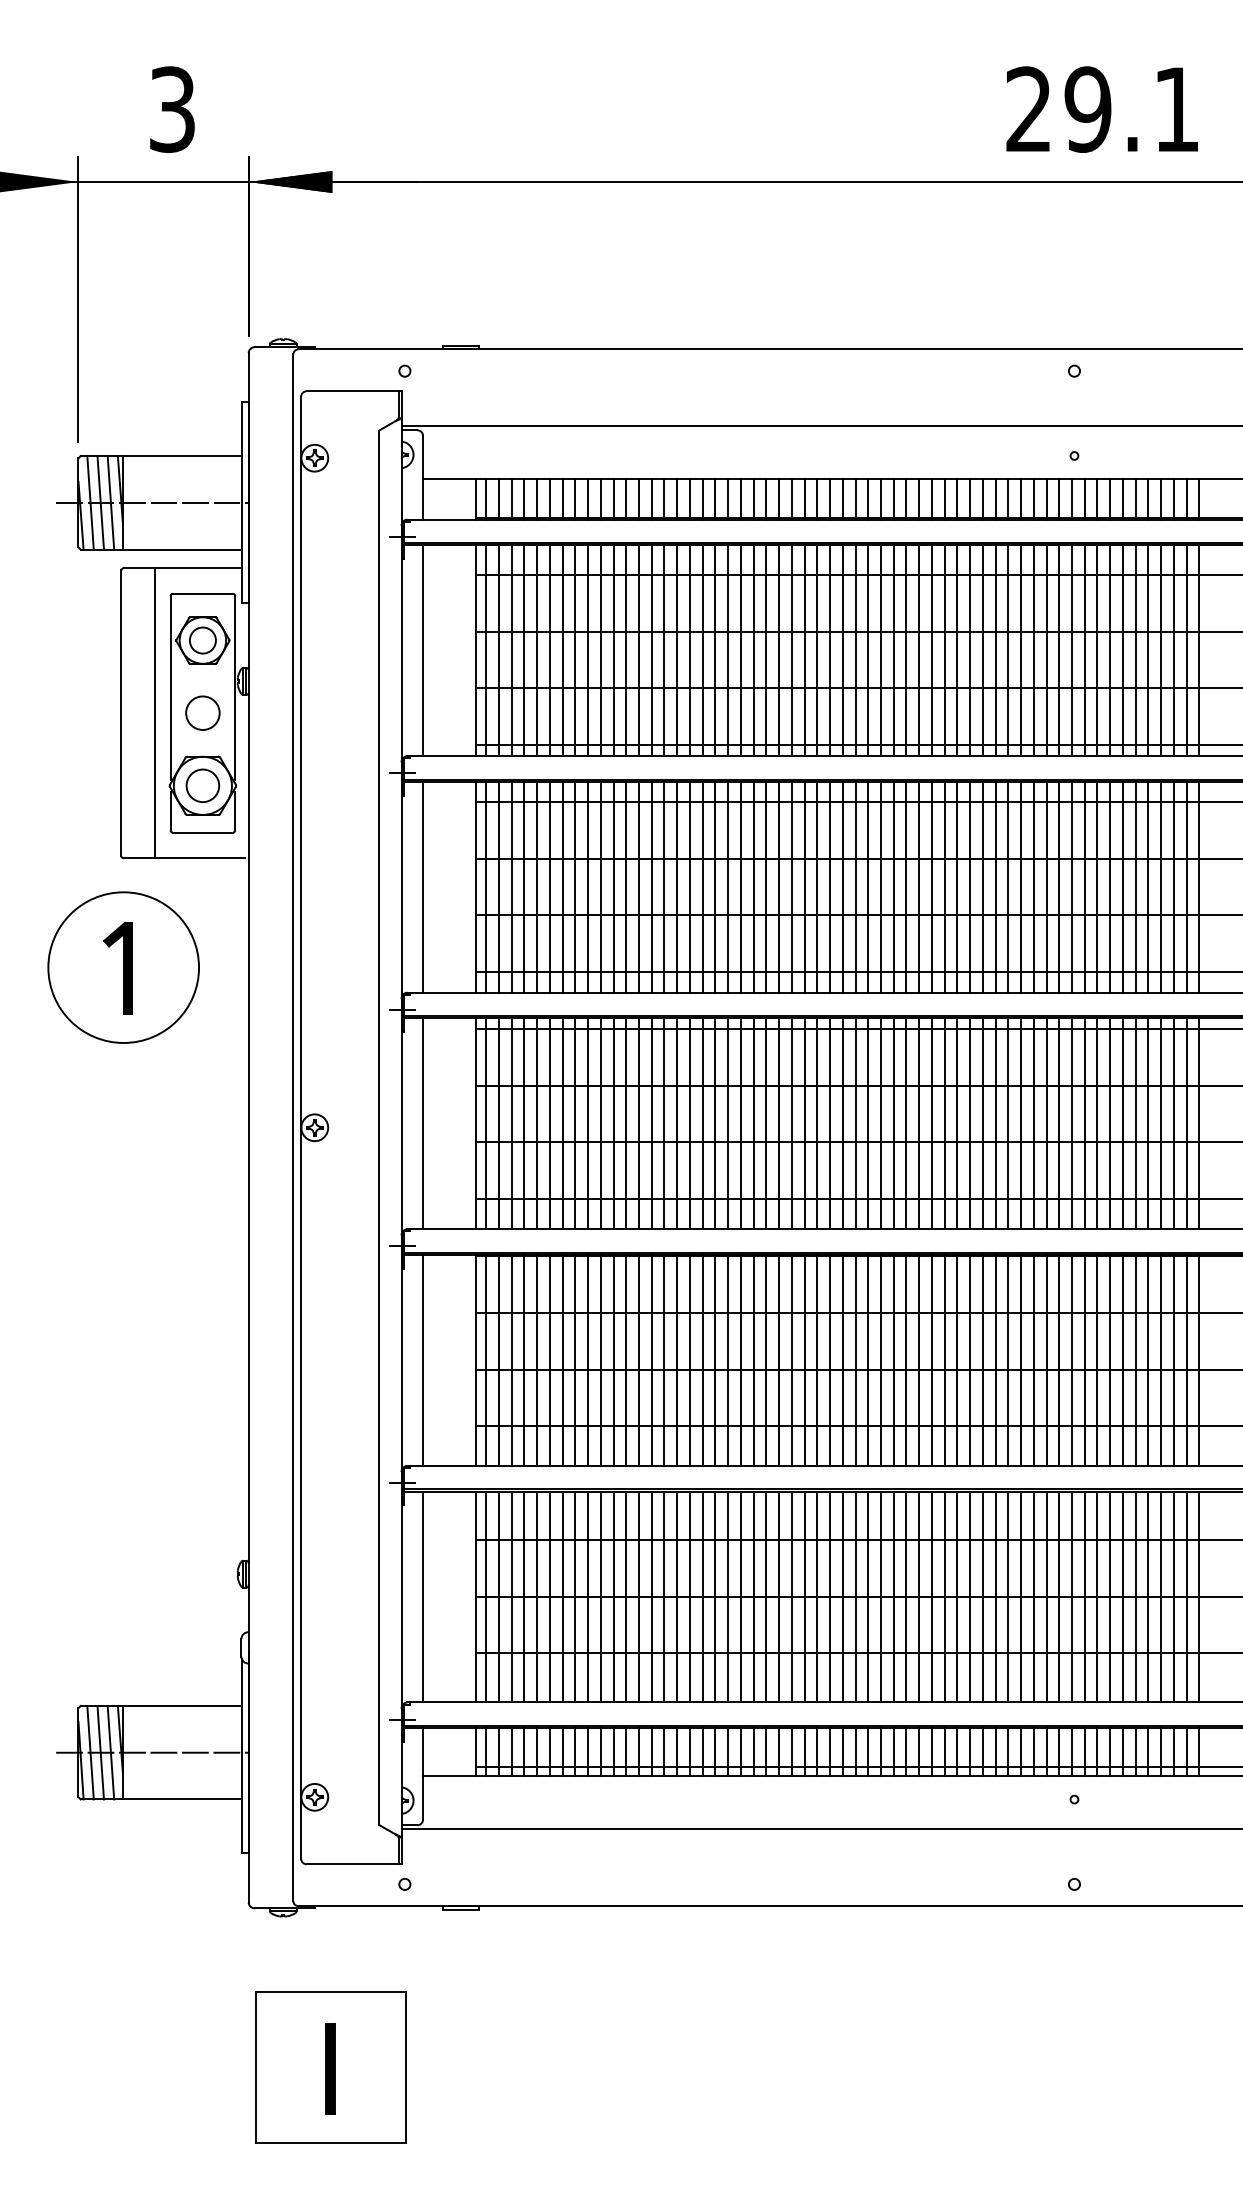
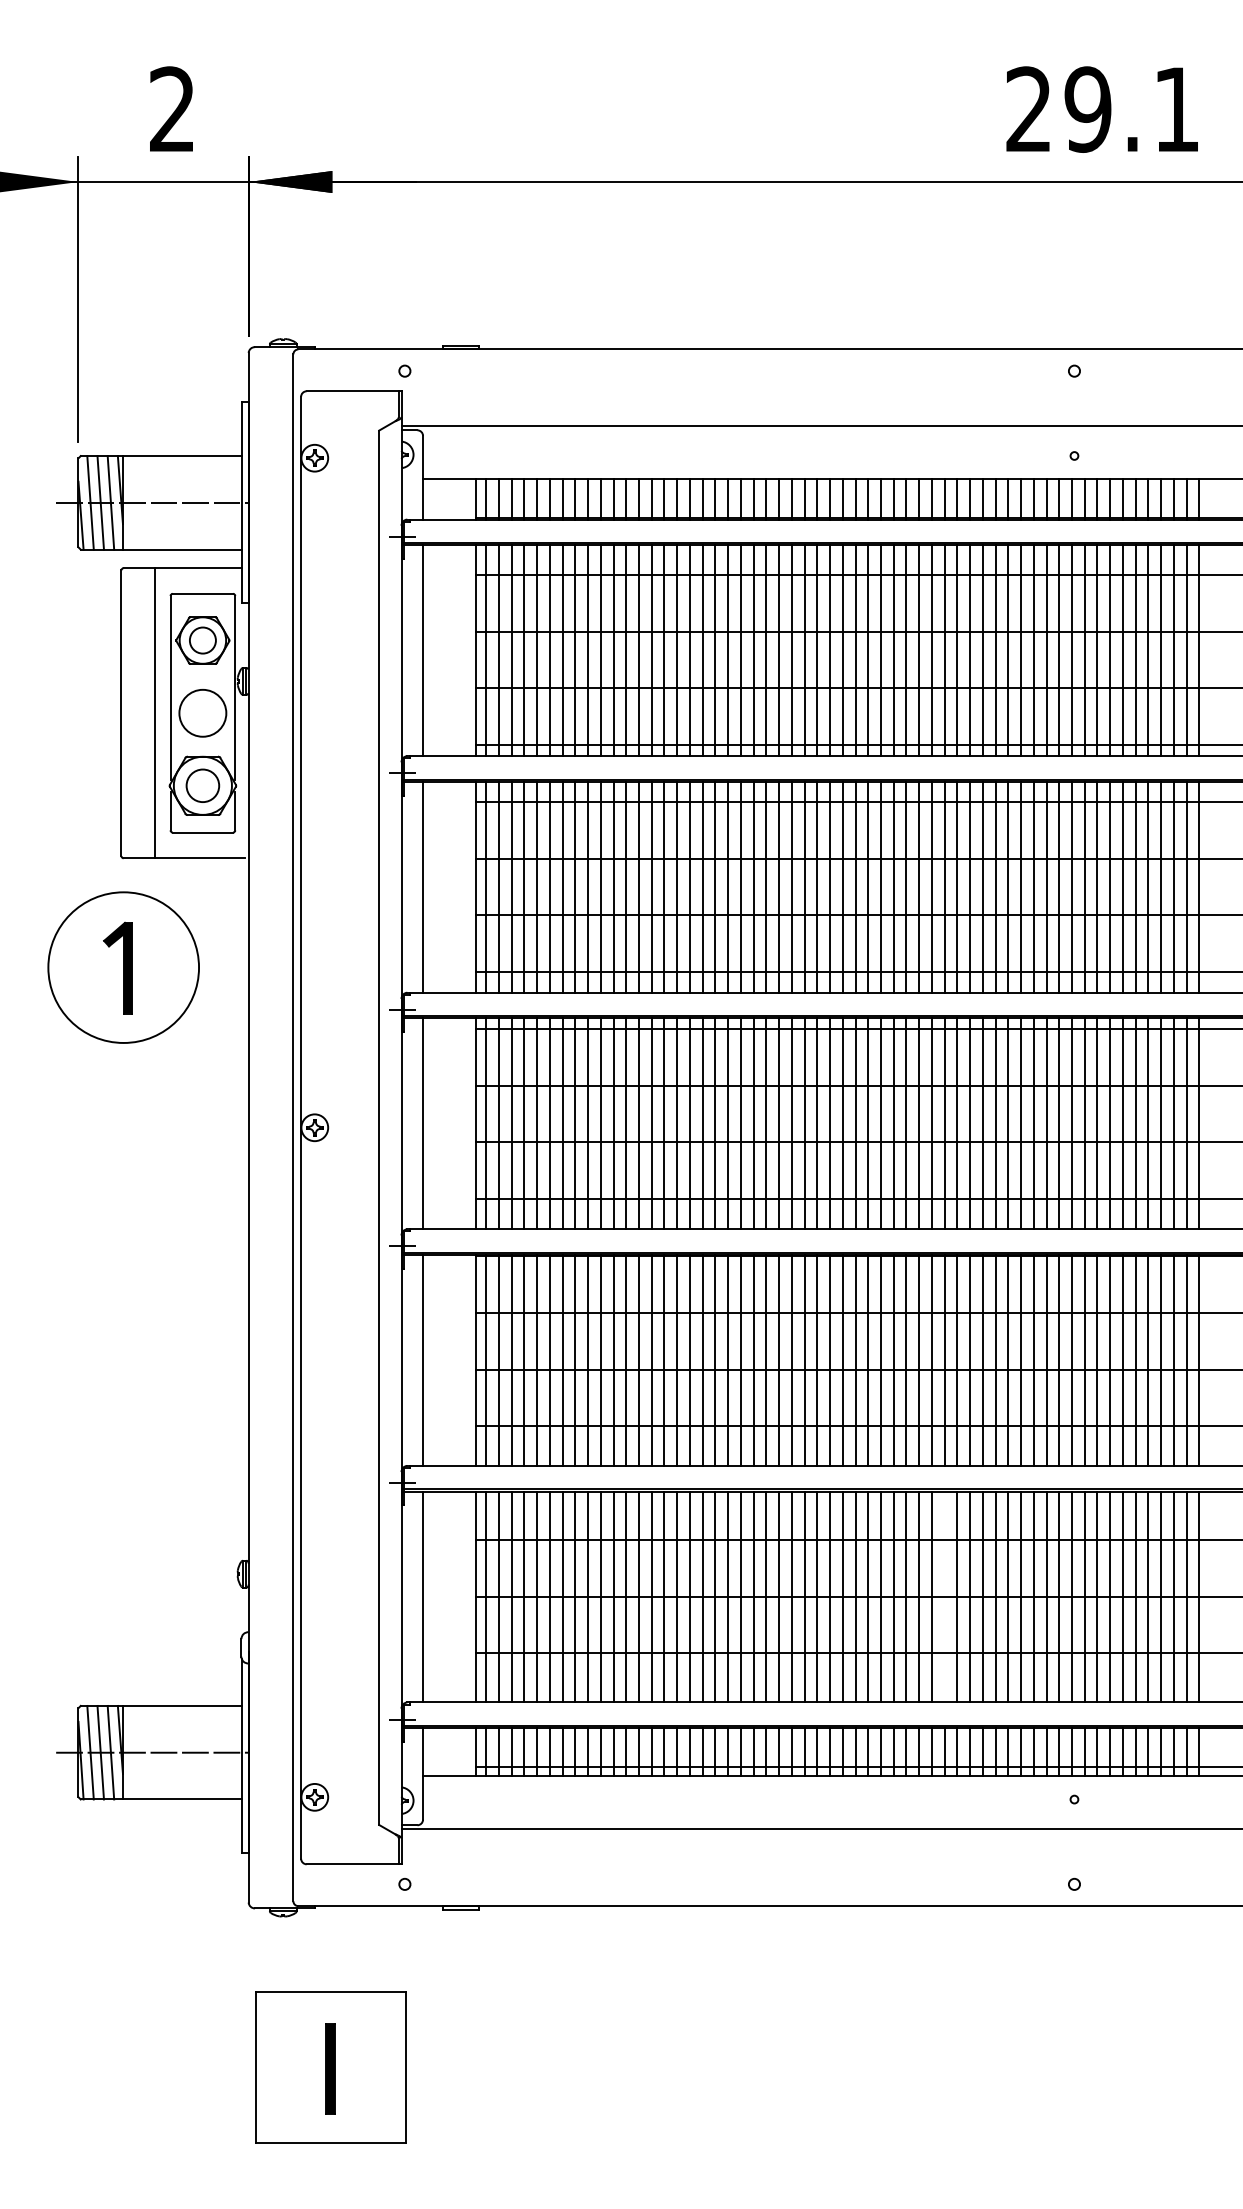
text at (172, 109): 3 -> 2
circle at (202, 712) size: 36x36 px -> 50x49 px
line at (944, 1596): present -> none
